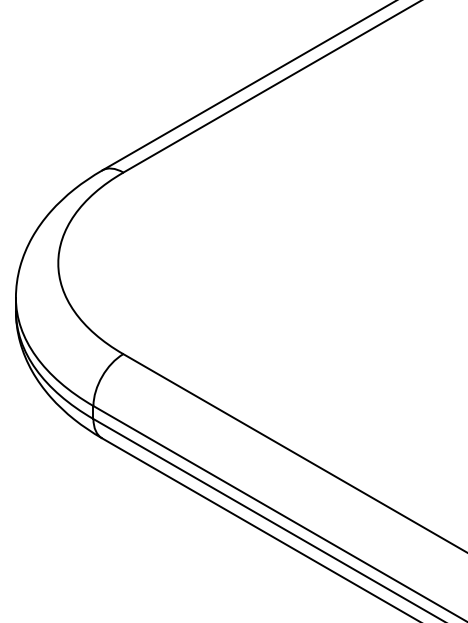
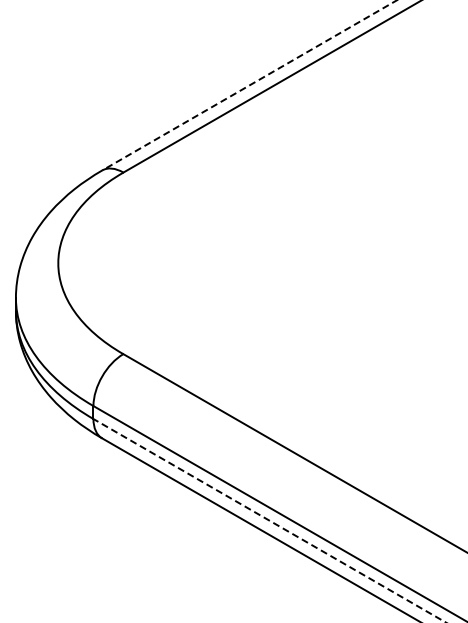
line at (249, 85): solid -> dashed
line at (270, 521): solid -> dashed
